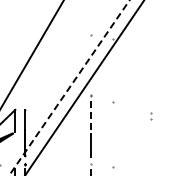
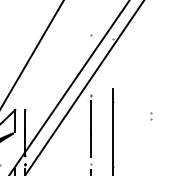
line at (69, 87): dashed -> solid
line at (91, 117): dashed -> solid
line at (113, 130): none -> present
